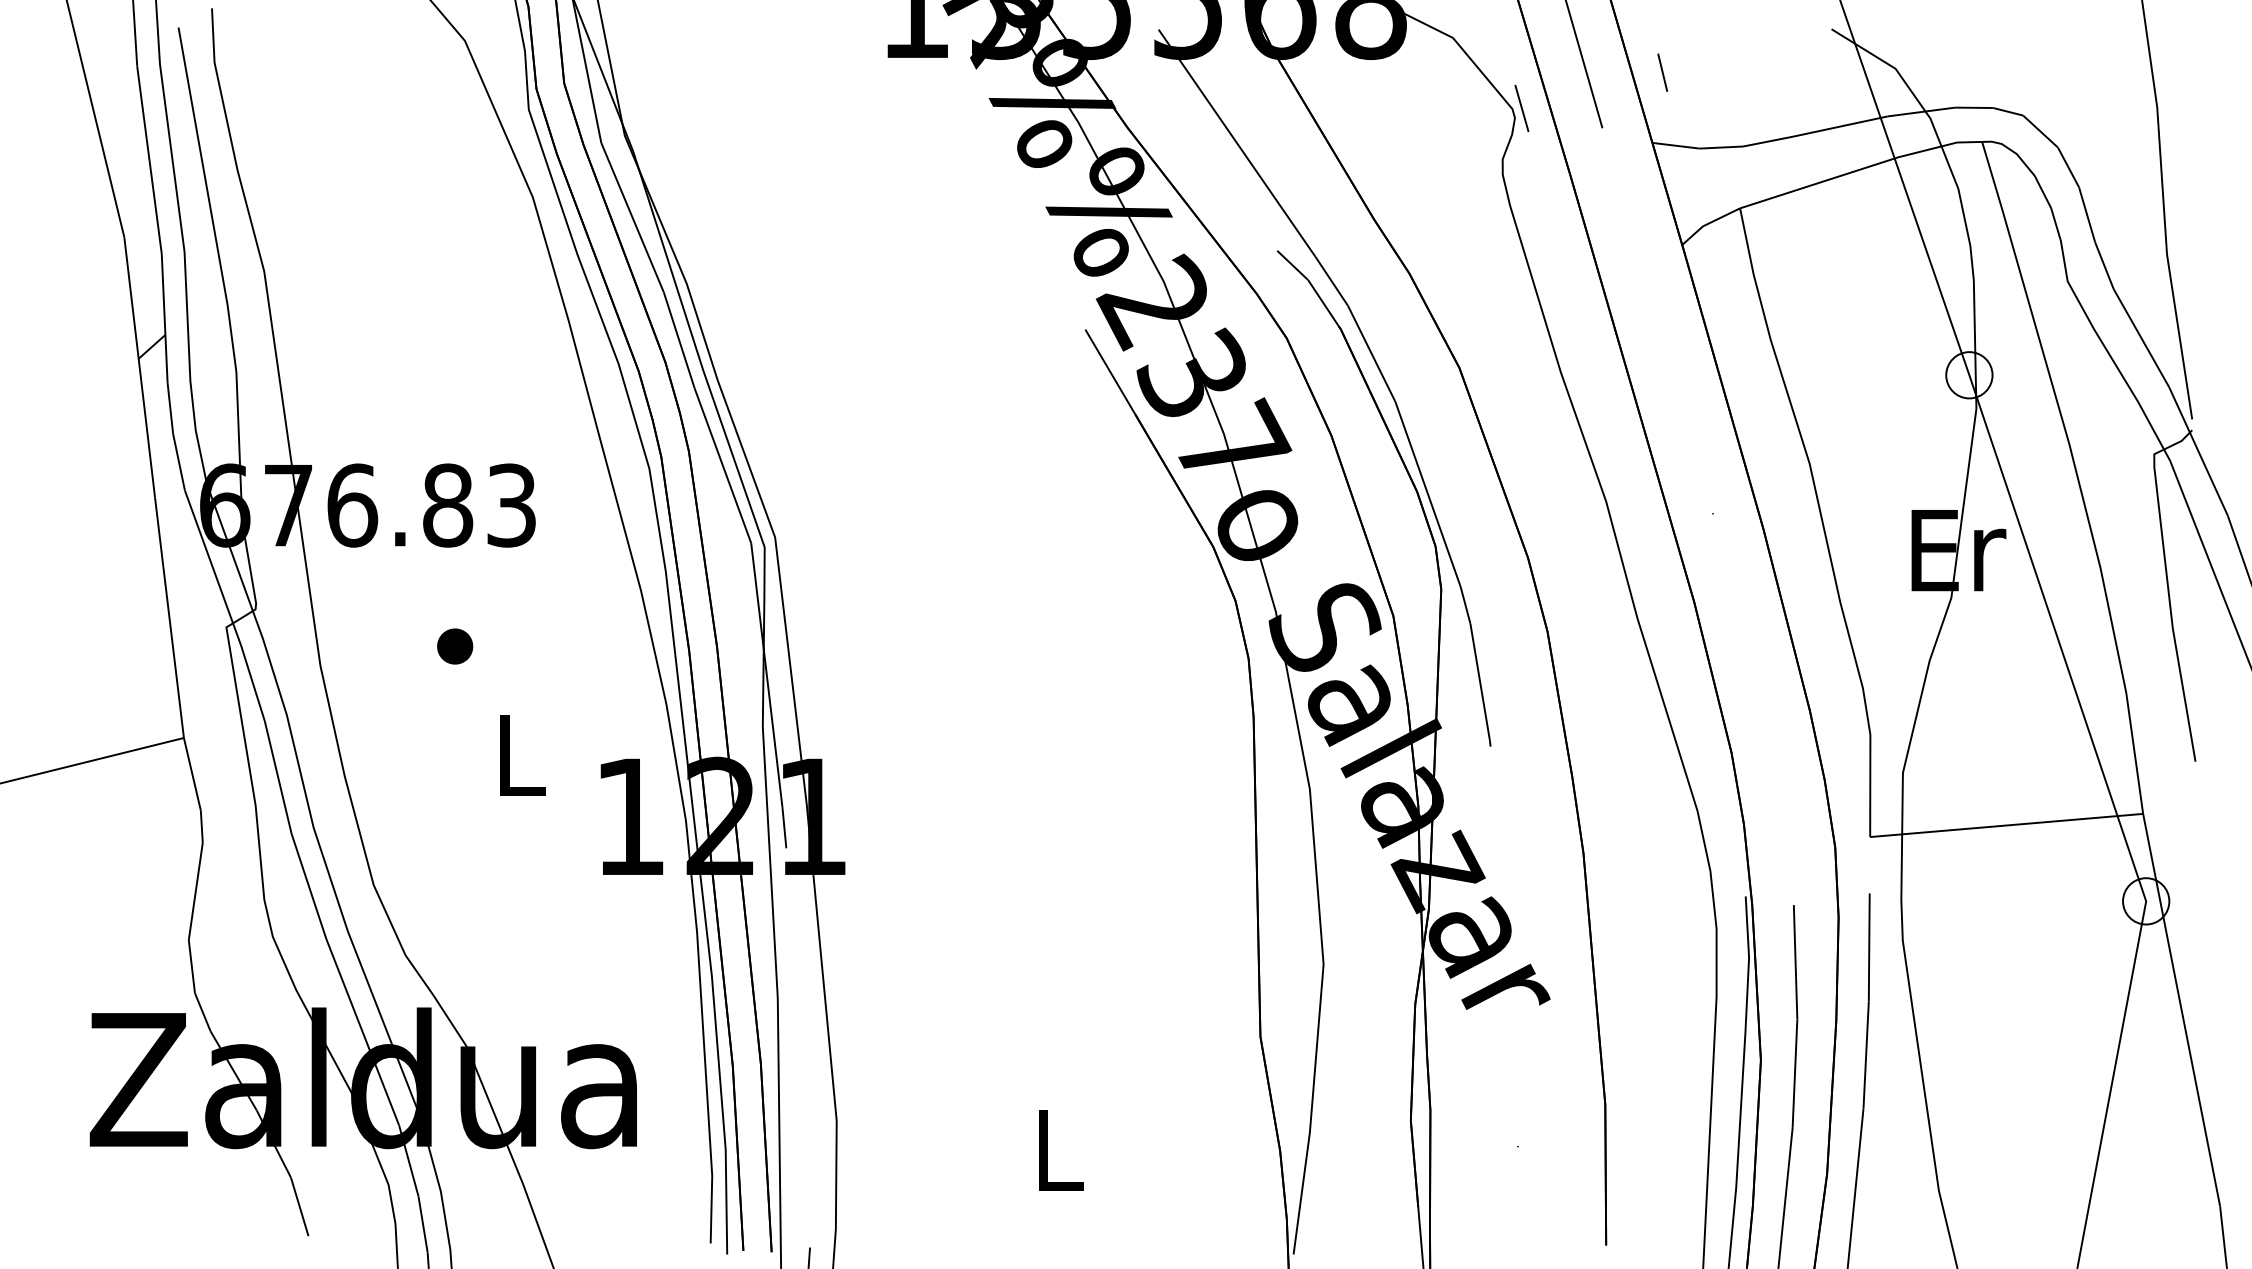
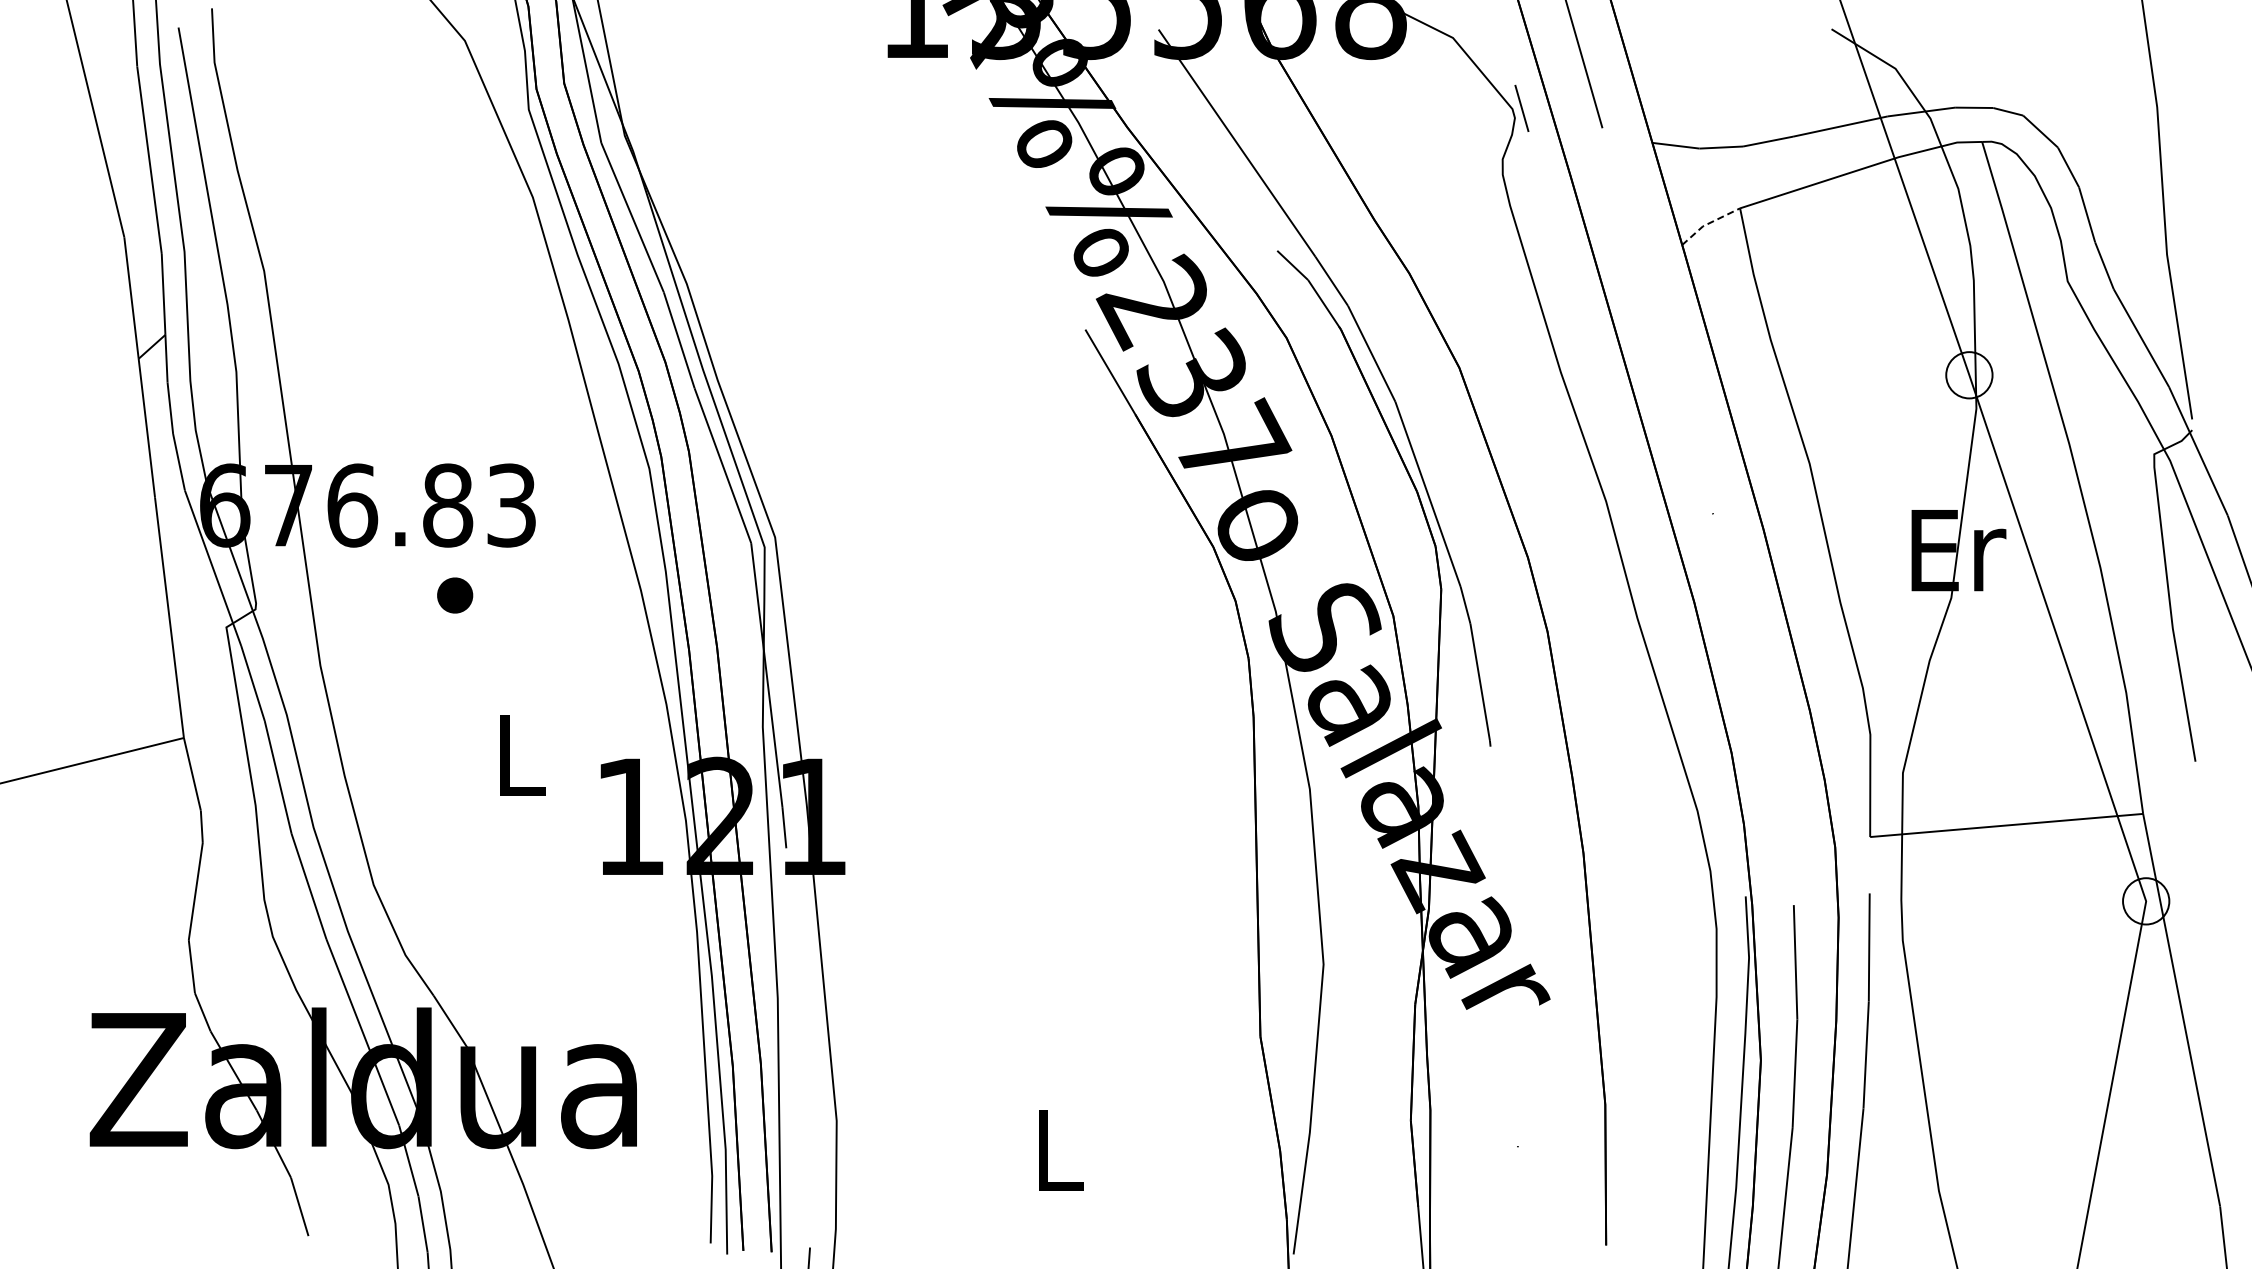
line at (1662, 72): present -> none
line at (1709, 223): solid -> dashed
part at (455, 646) position: (455, 646) -> (455, 595)
